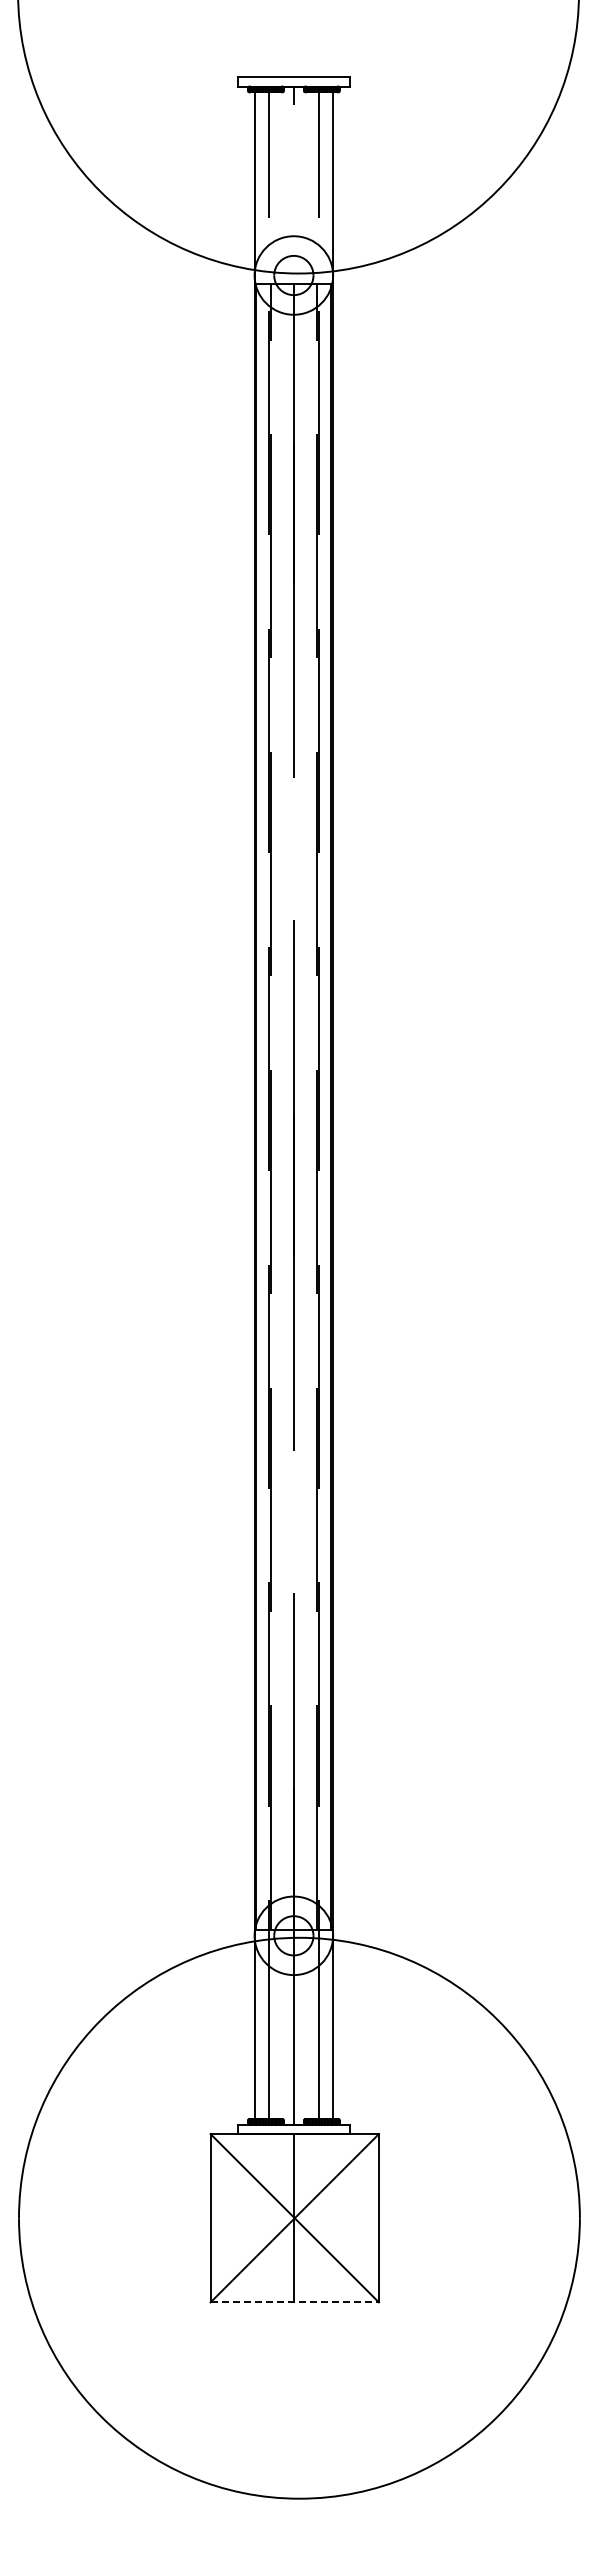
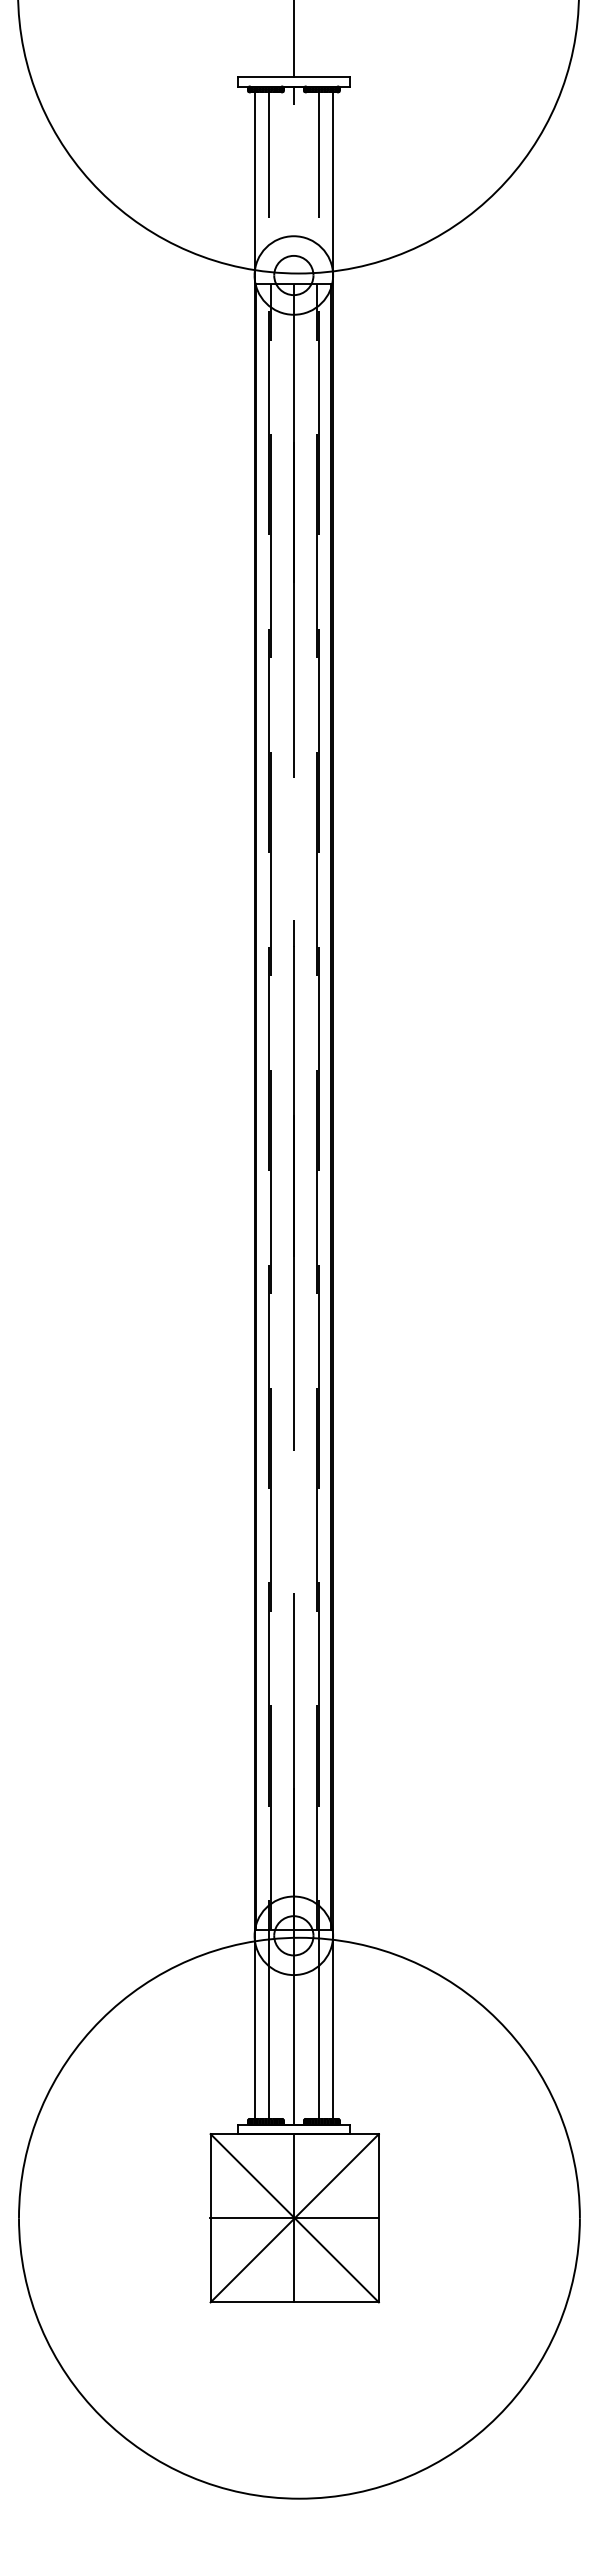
line at (293, 39): none -> present
line at (293, 2218): none -> present
line at (295, 2302): dashed -> solid
